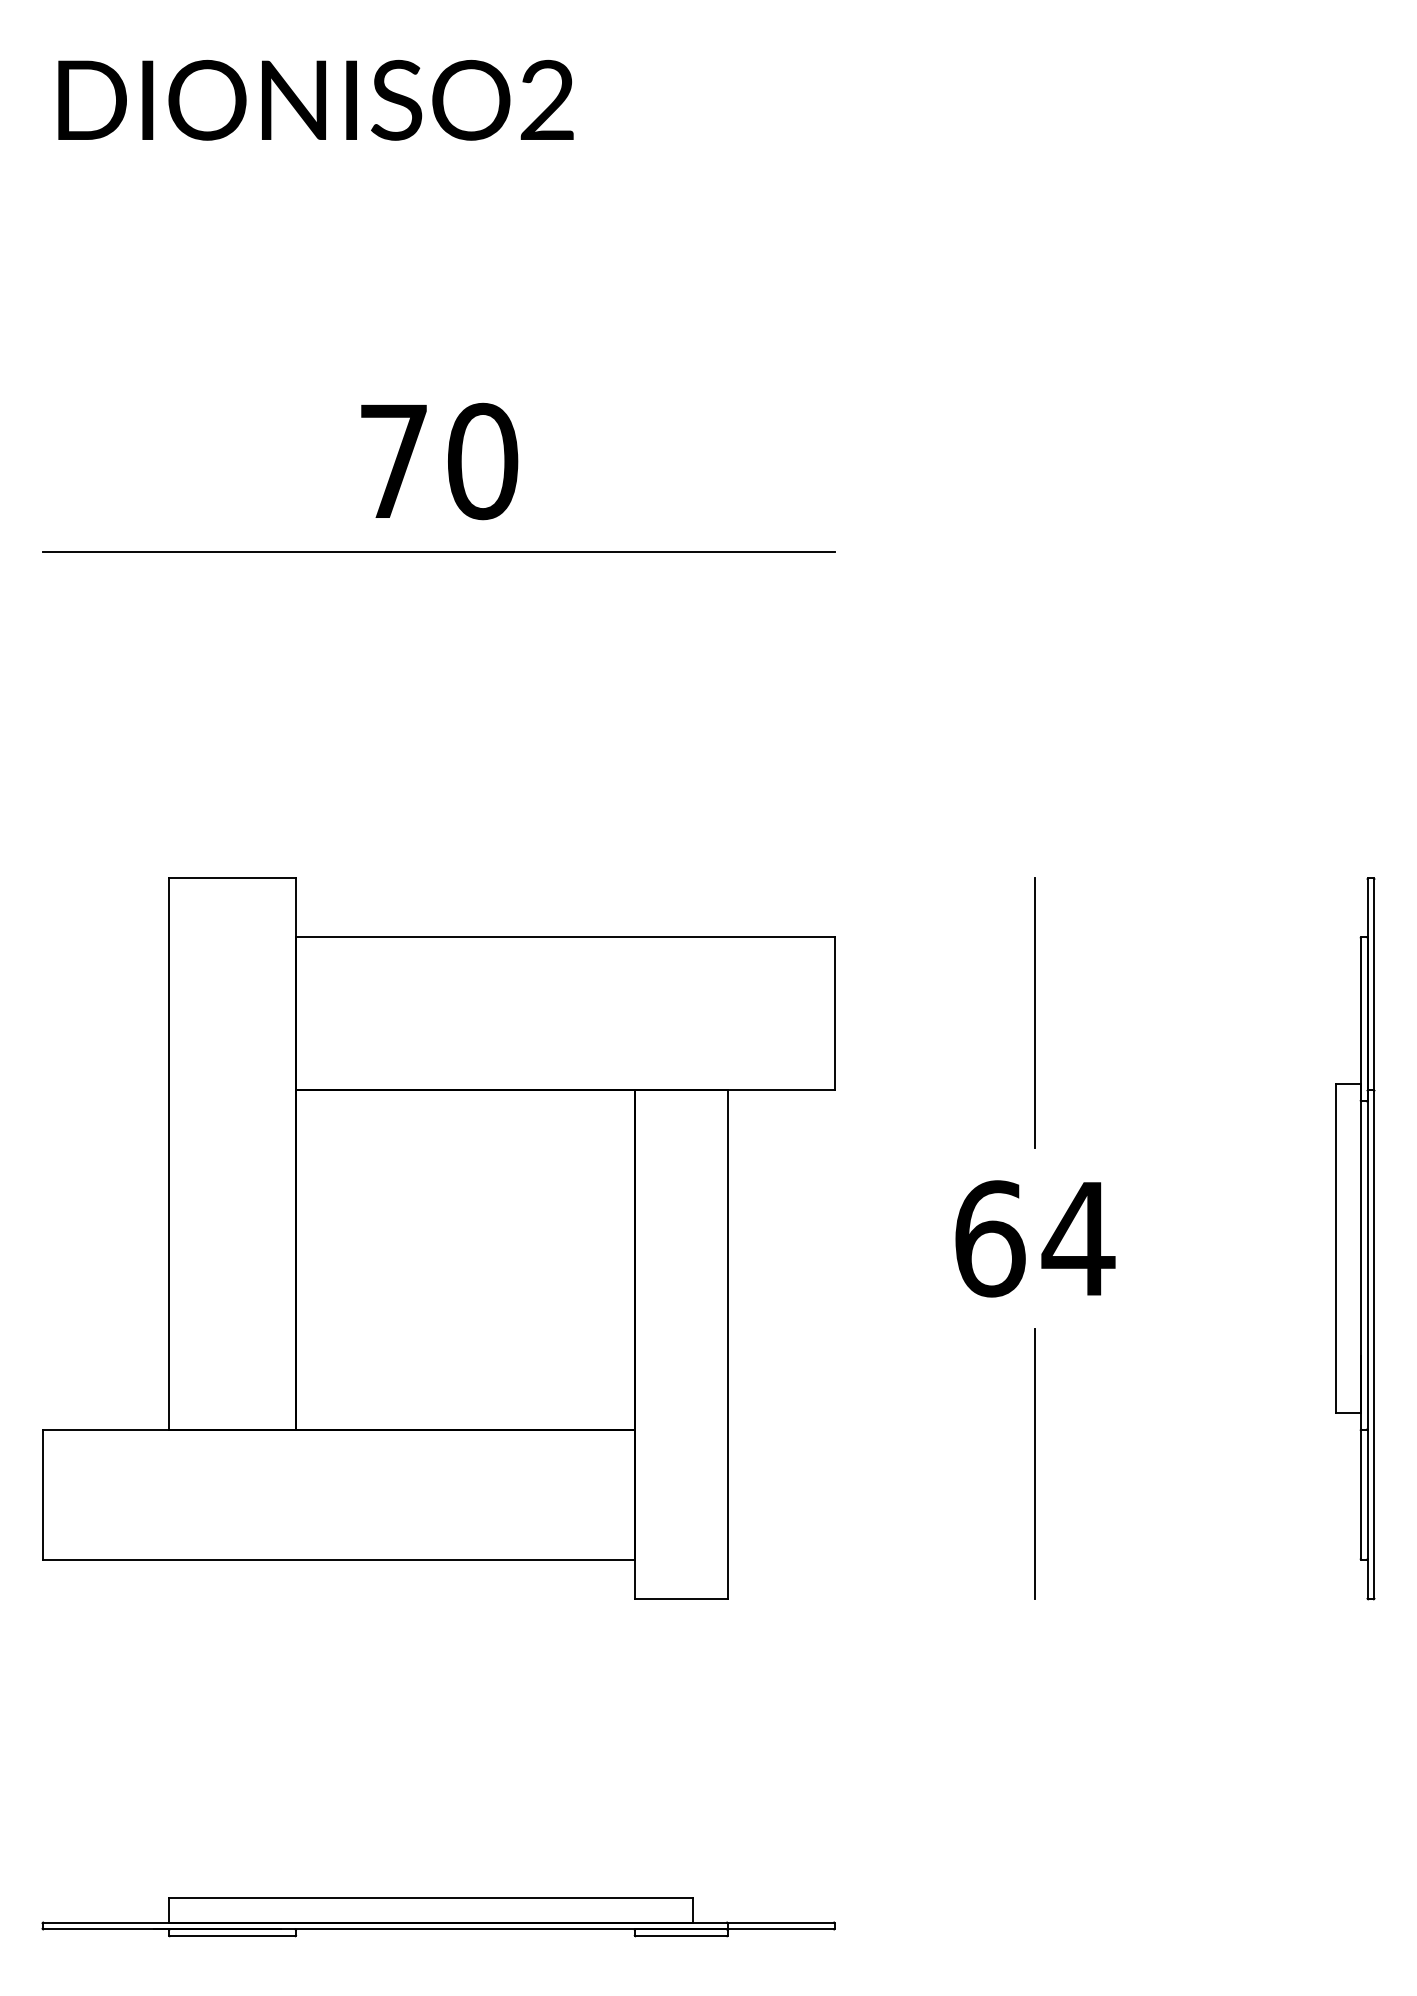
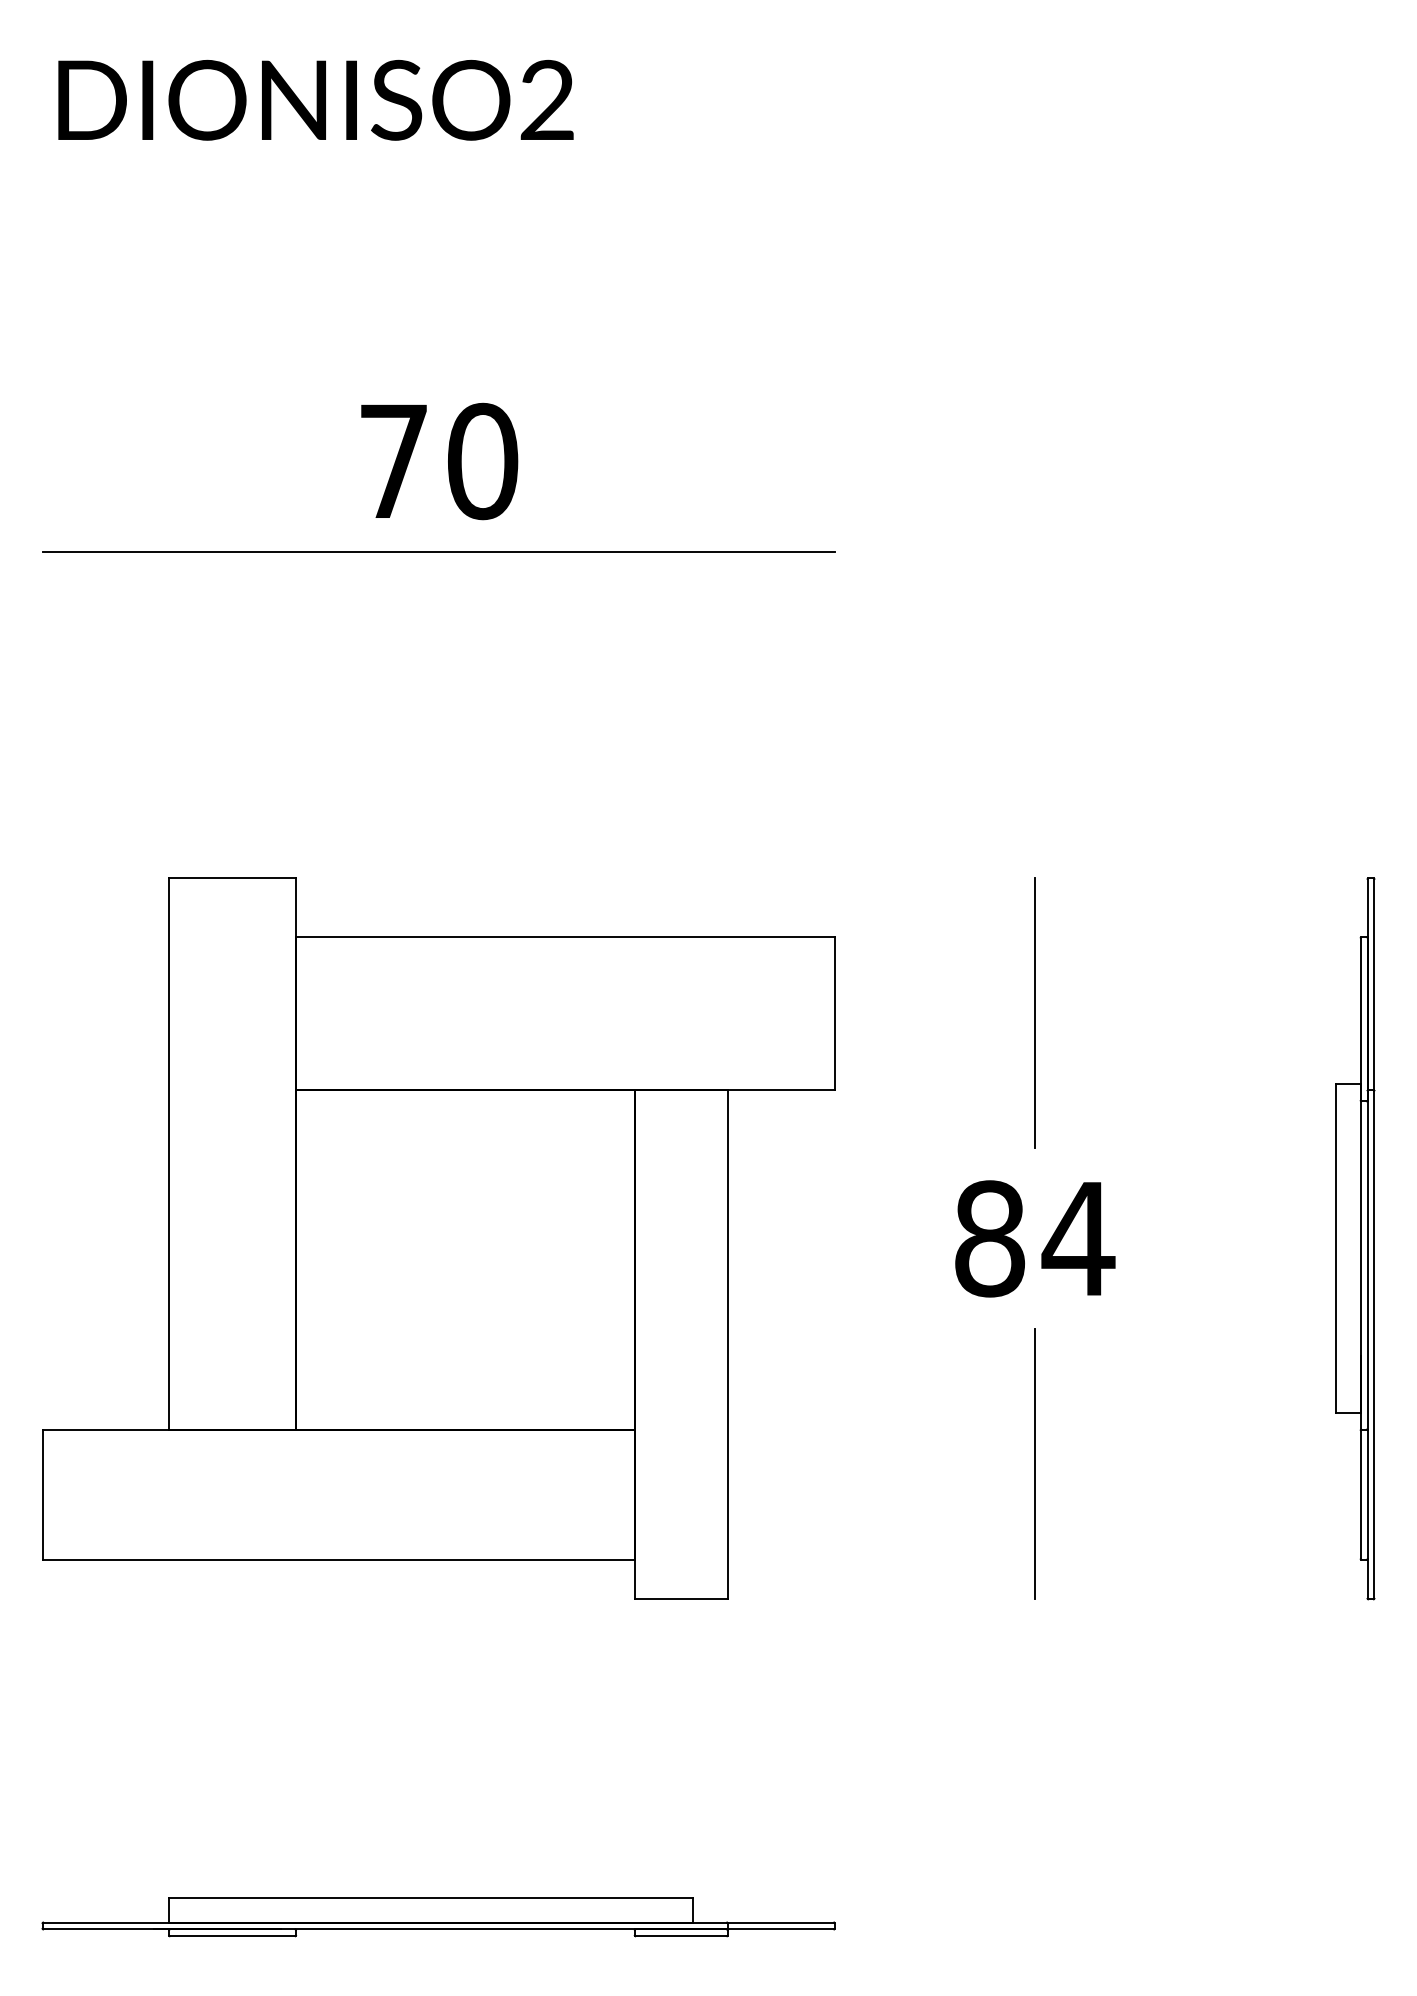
text at (990, 1238): 64 -> 84
